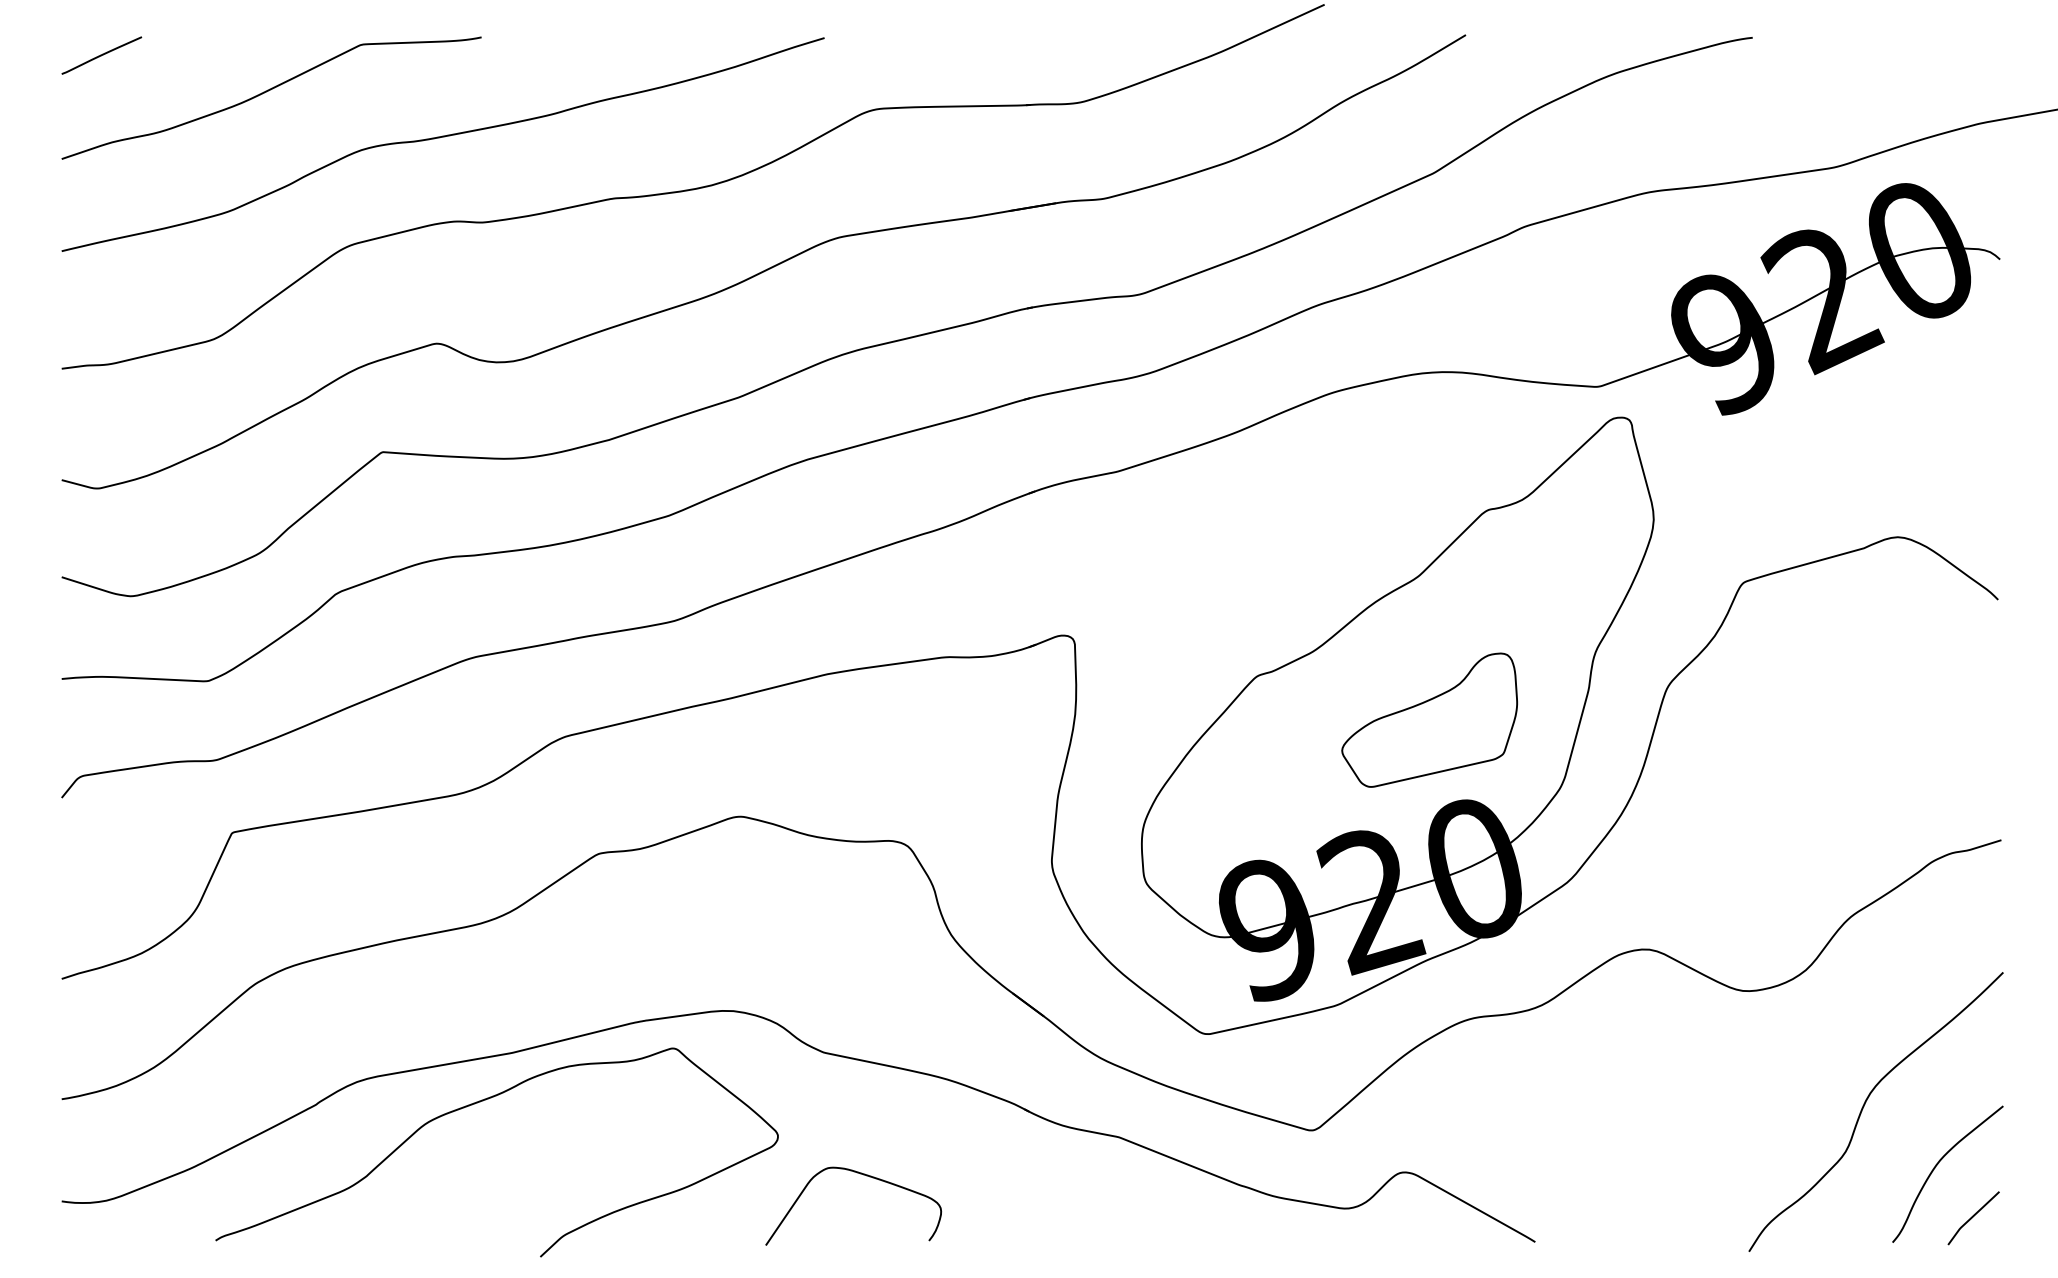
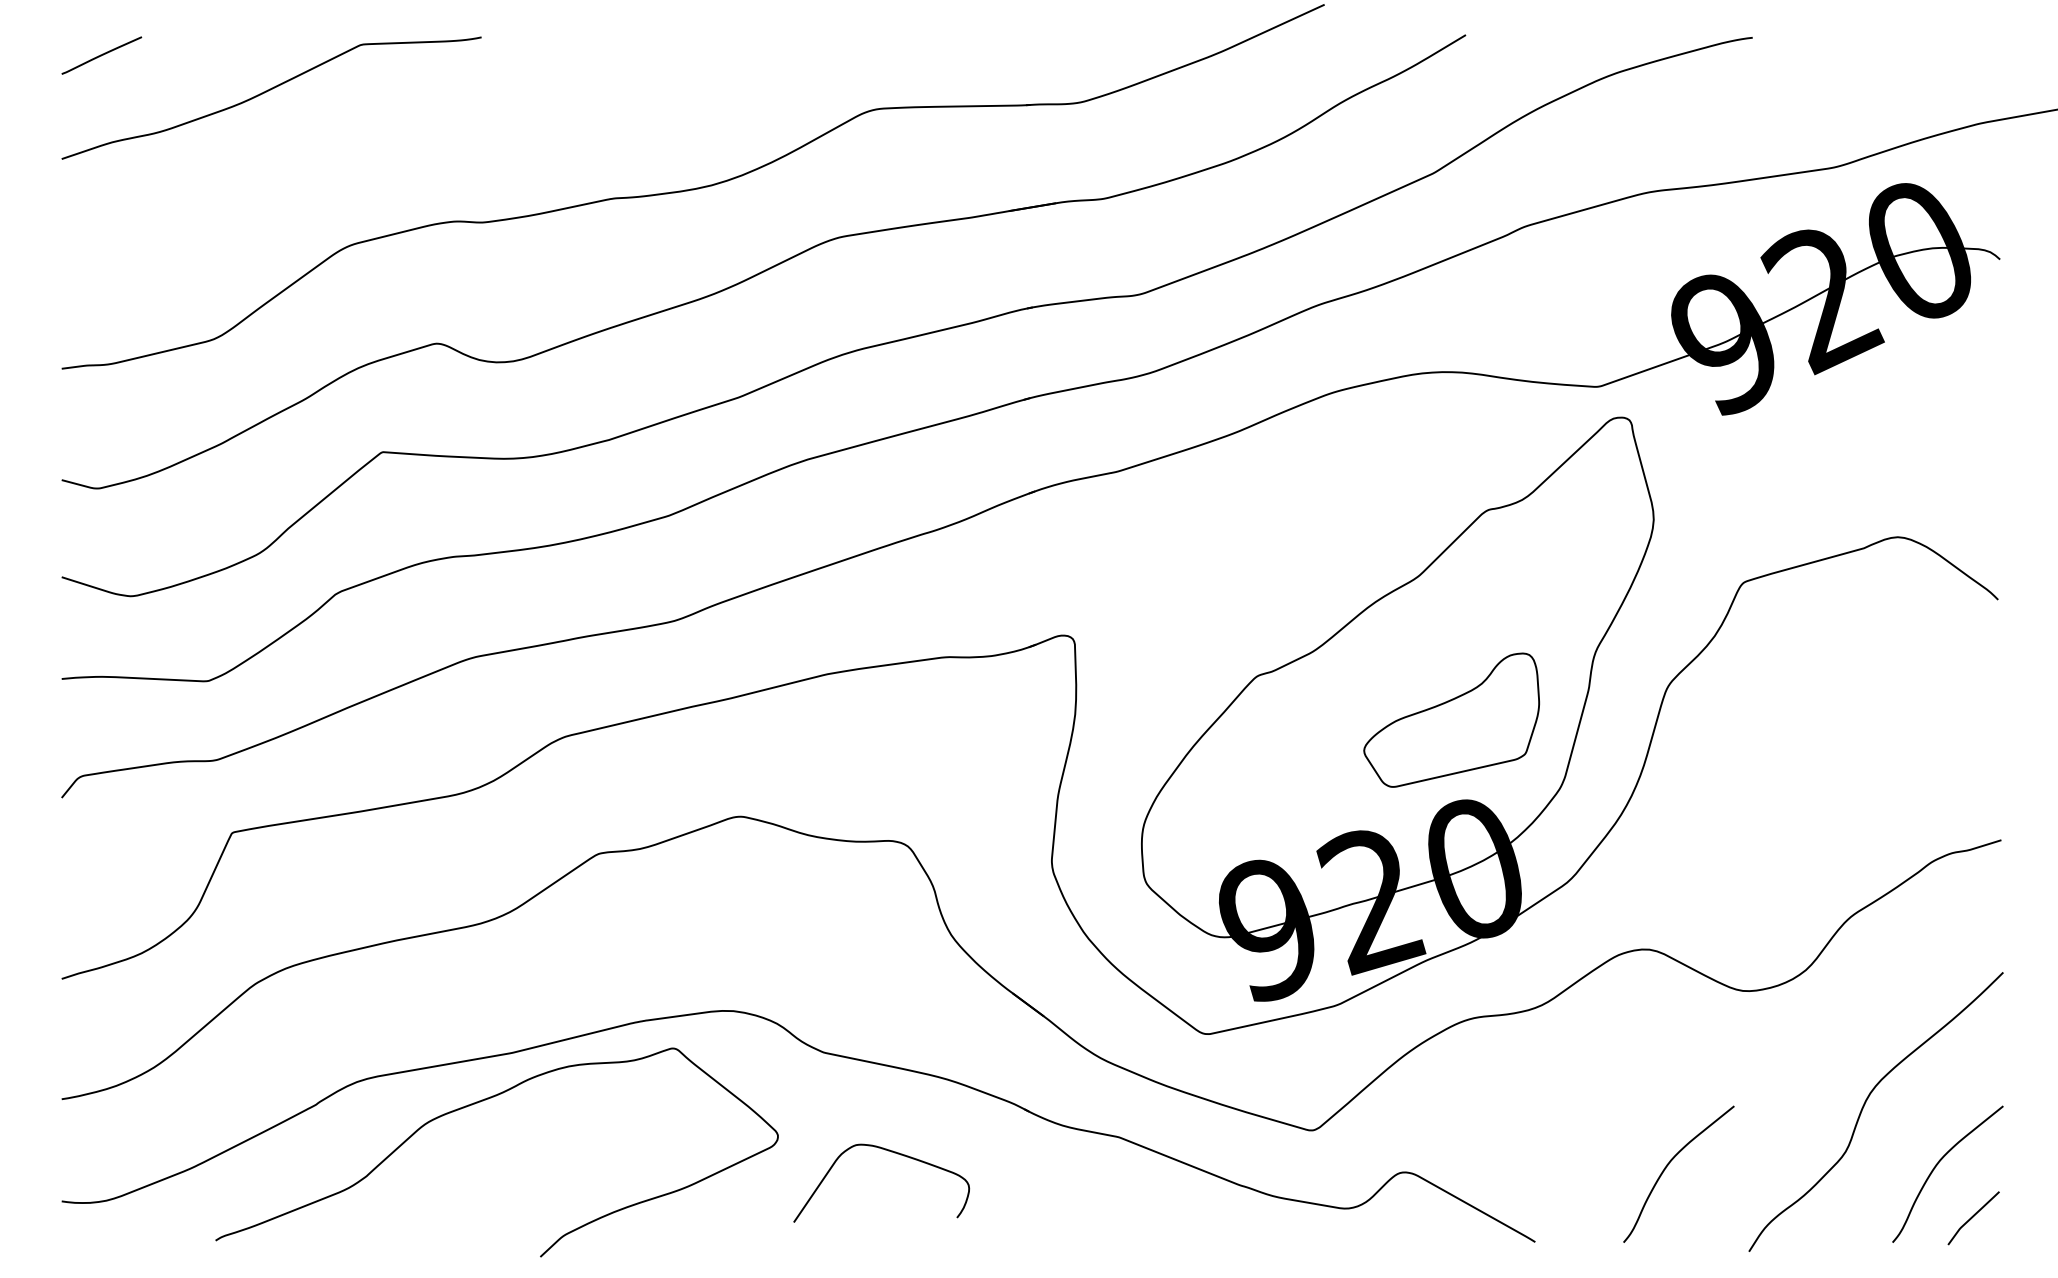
curve at (439, 138): present -> none
part at (1429, 719) position: (1429, 719) -> (1451, 719)
curve at (1669, 1164): none -> present
curve at (863, 1175) position: (863, 1175) -> (891, 1152)
